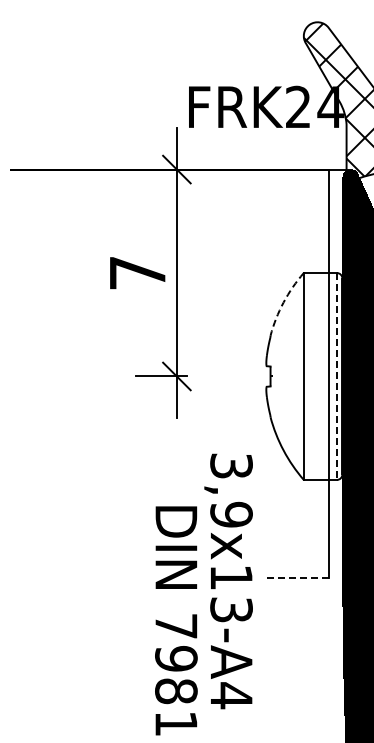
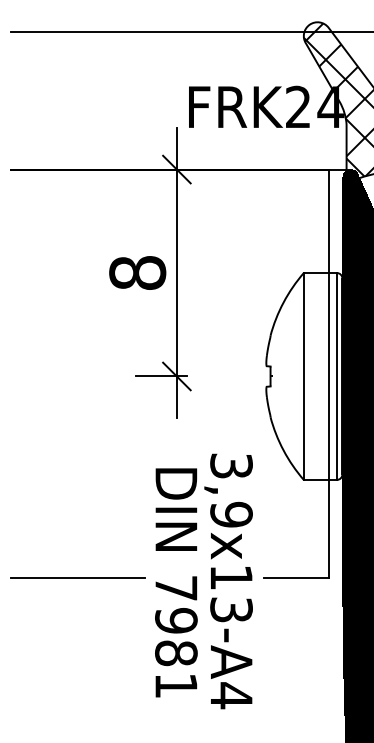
line at (190, 31): none -> present
text at (137, 272): 7 -> 8
arc at (283, 302): dashed -> solid
line at (336, 377): dashed -> solid
line at (78, 577): none -> present
line at (295, 577): dashed -> solid
text at (176, 620) position: (176, 620) -> (176, 582)
